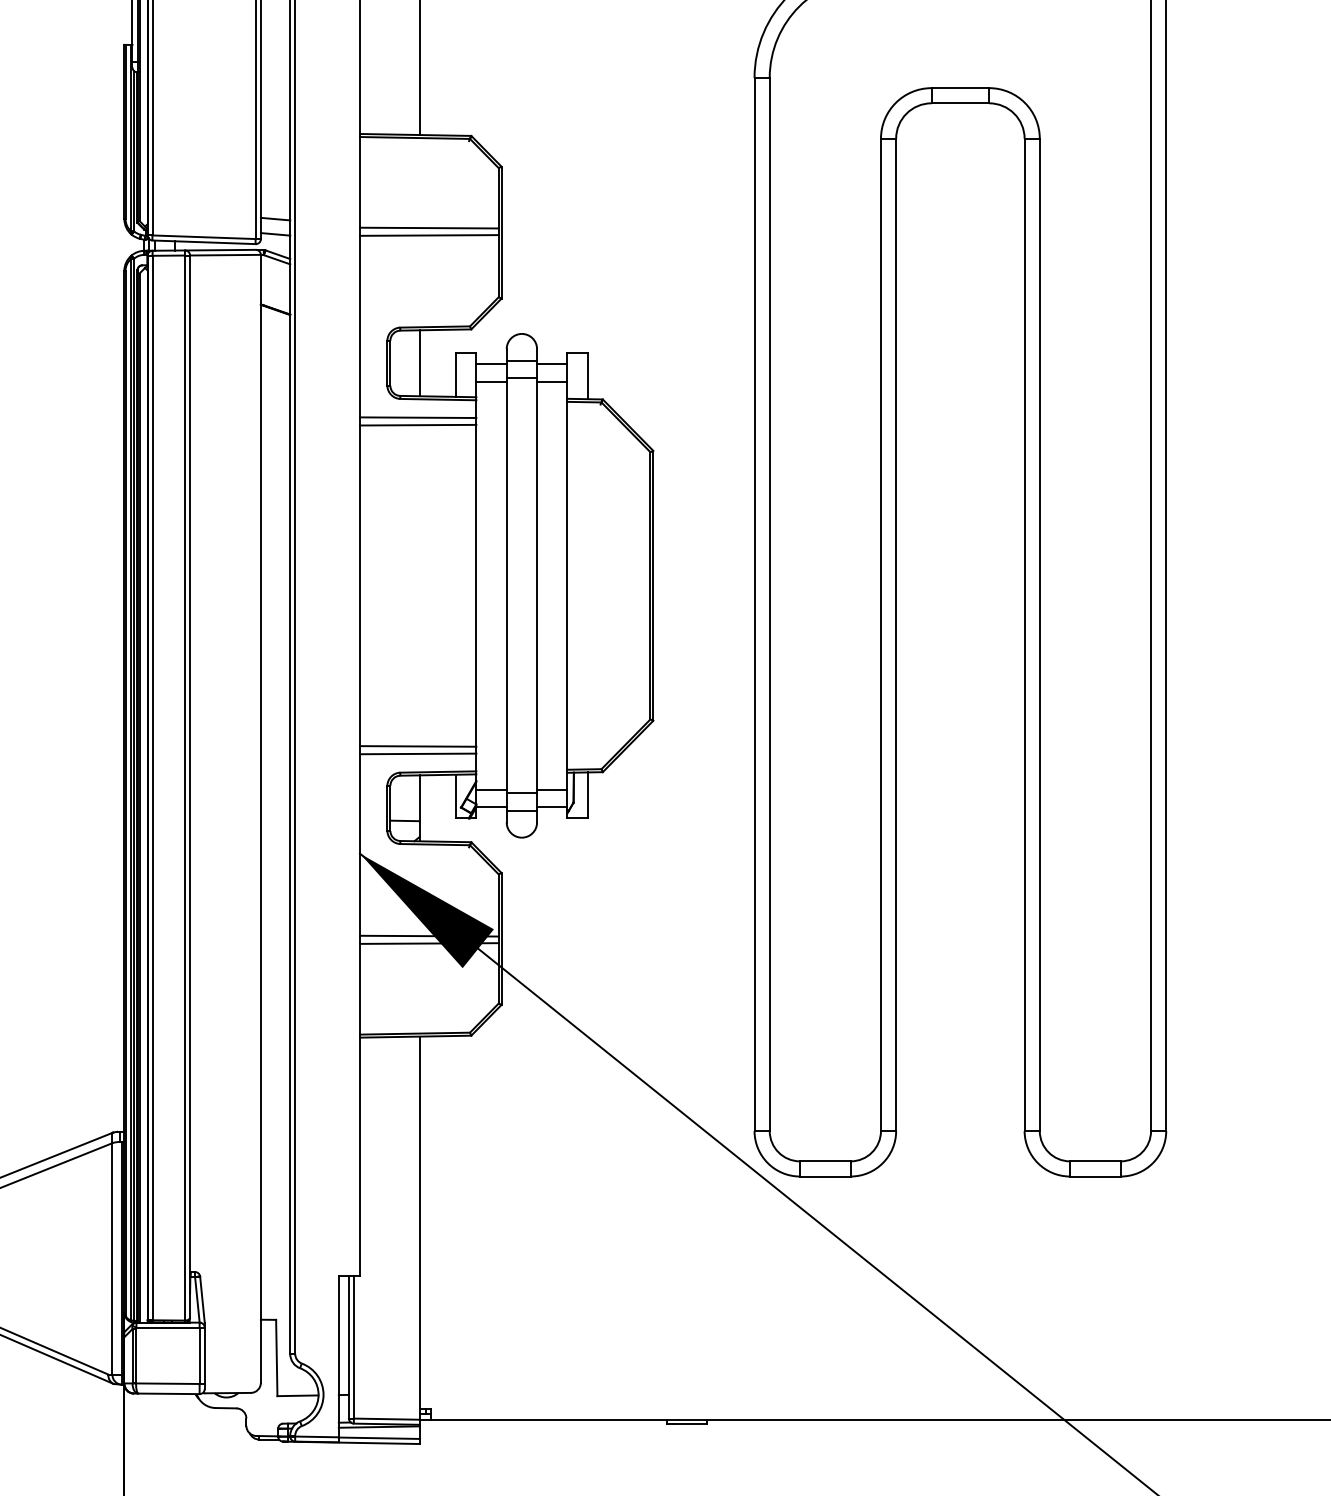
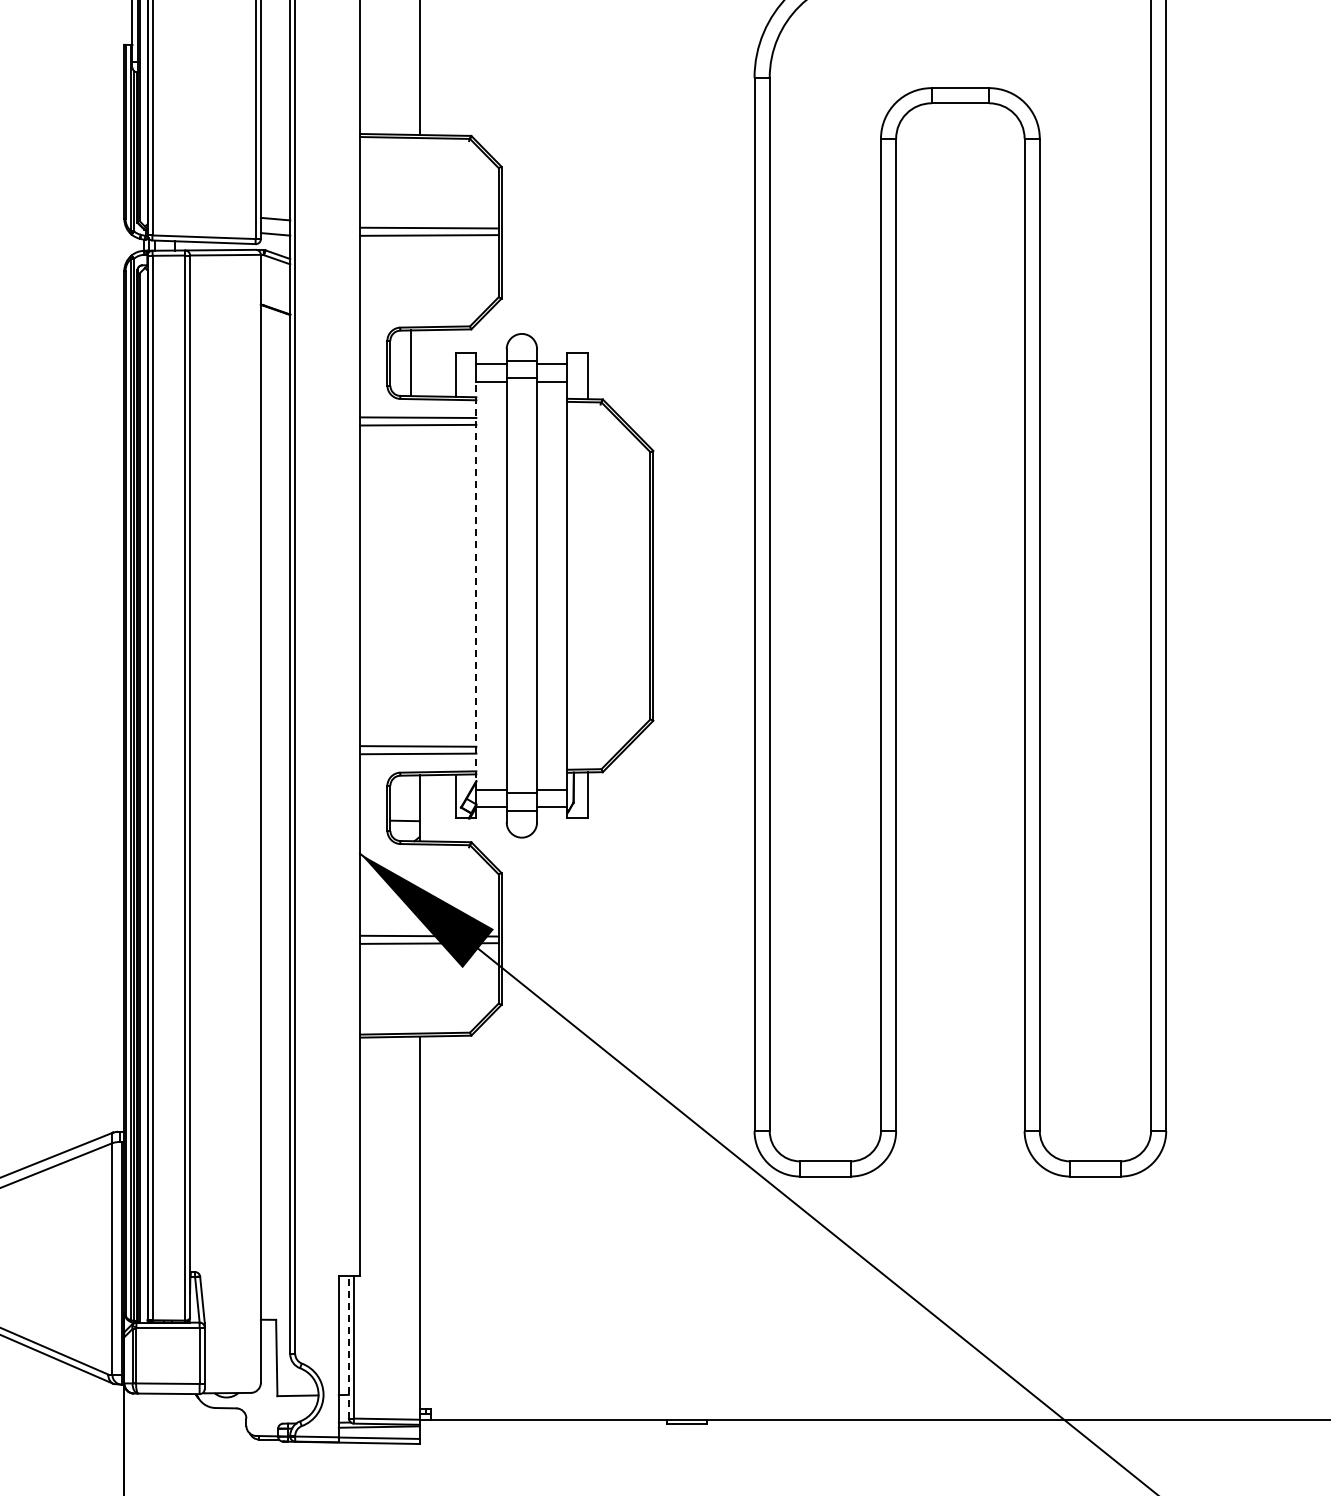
line at (419, 363) position: (419, 363) -> (410, 363)
line at (476, 585): solid -> dashed
line at (348, 1346): solid -> dashed
